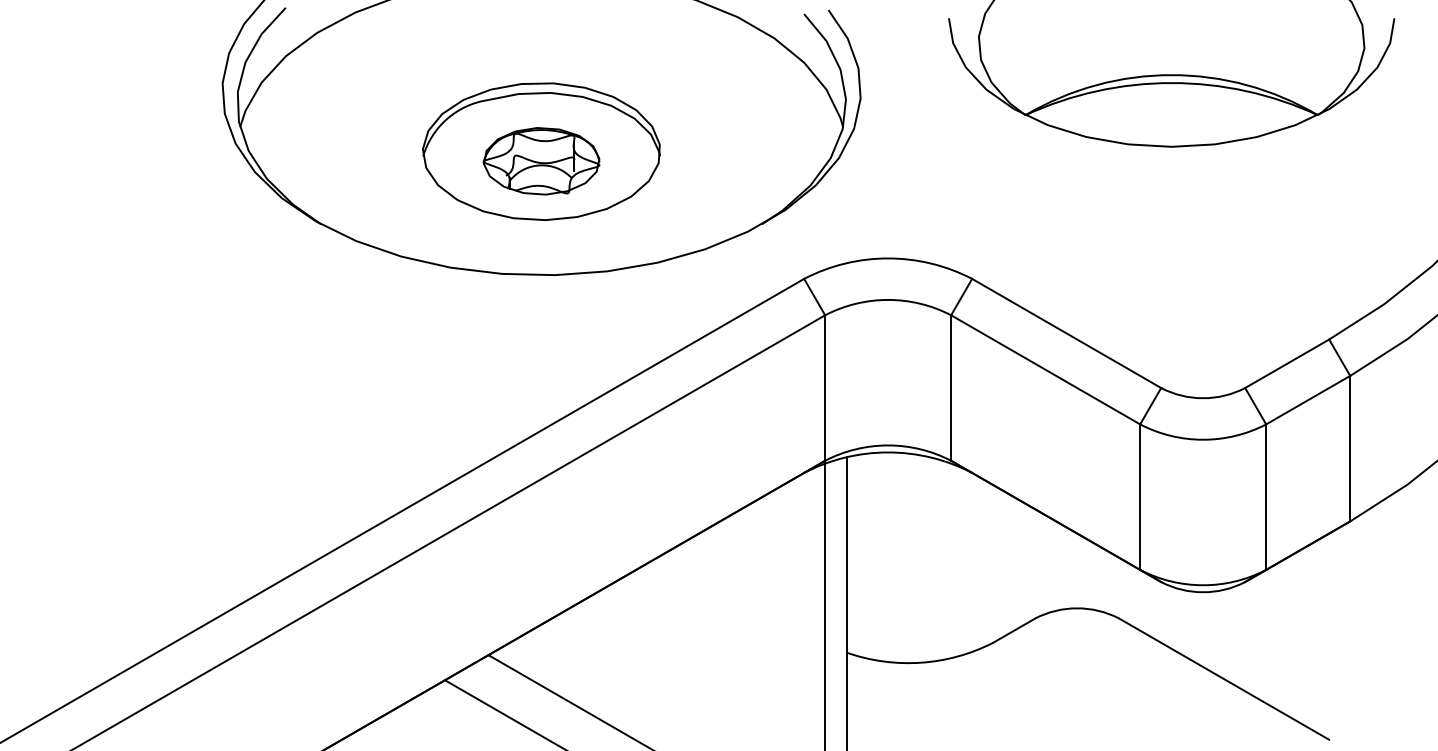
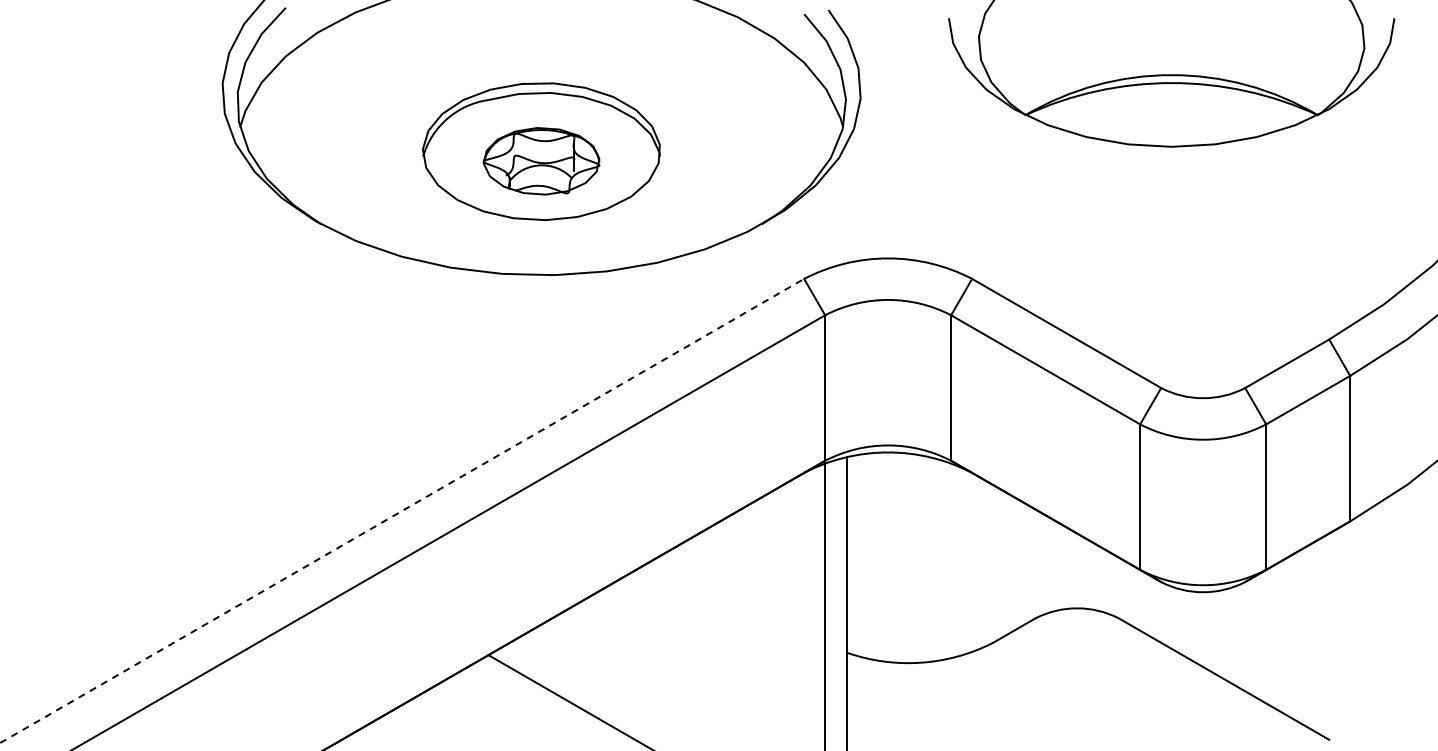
line at (402, 510): solid -> dashed
line at (503, 713): present -> none
